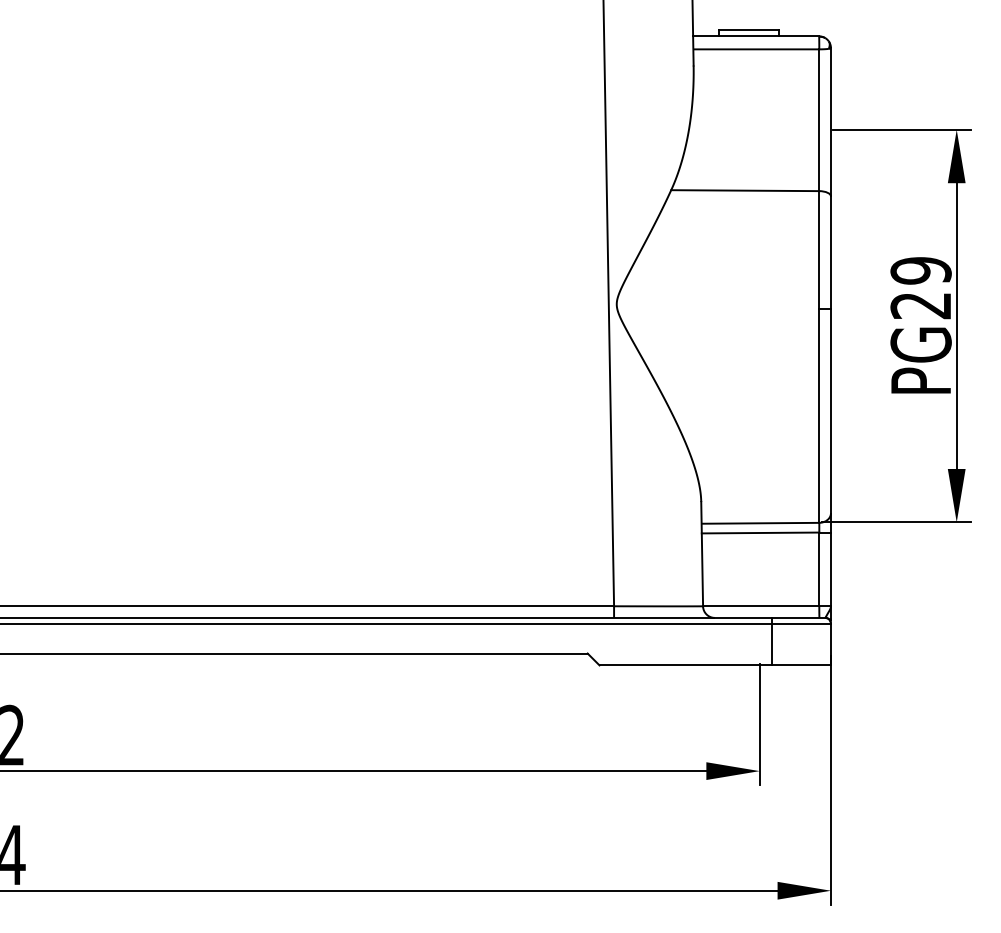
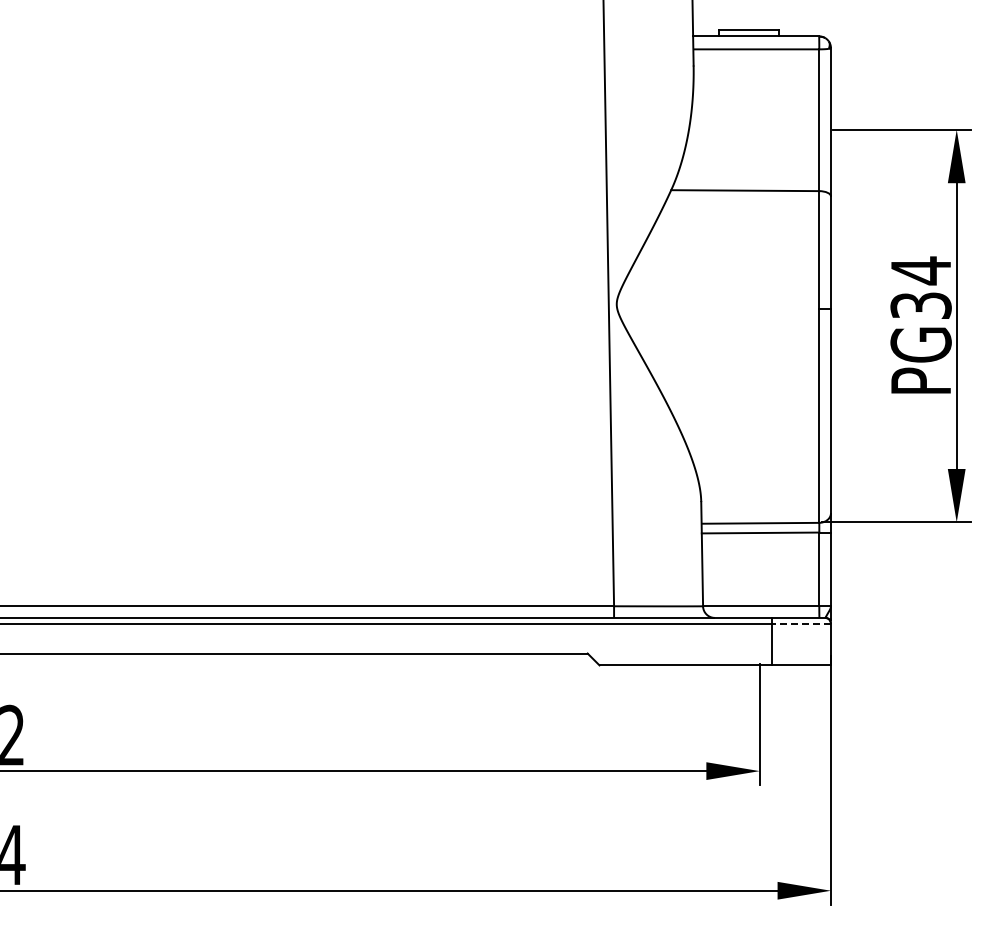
text at (920, 287): PG29 -> PG34
line at (801, 623): solid -> dashed
